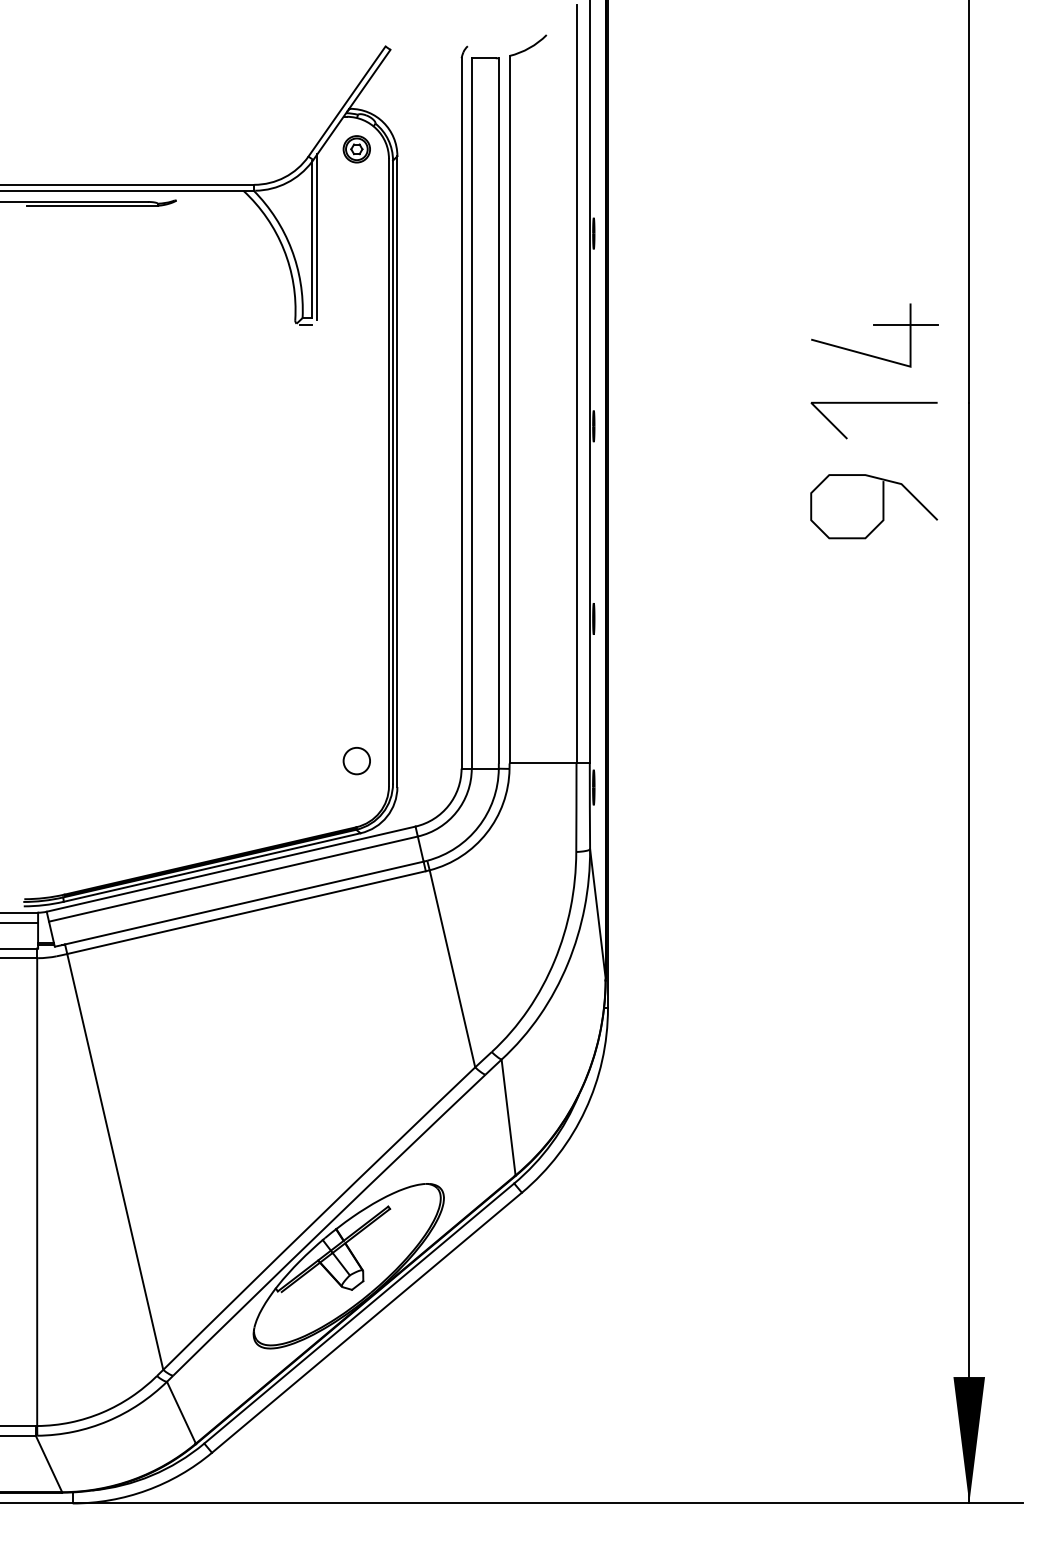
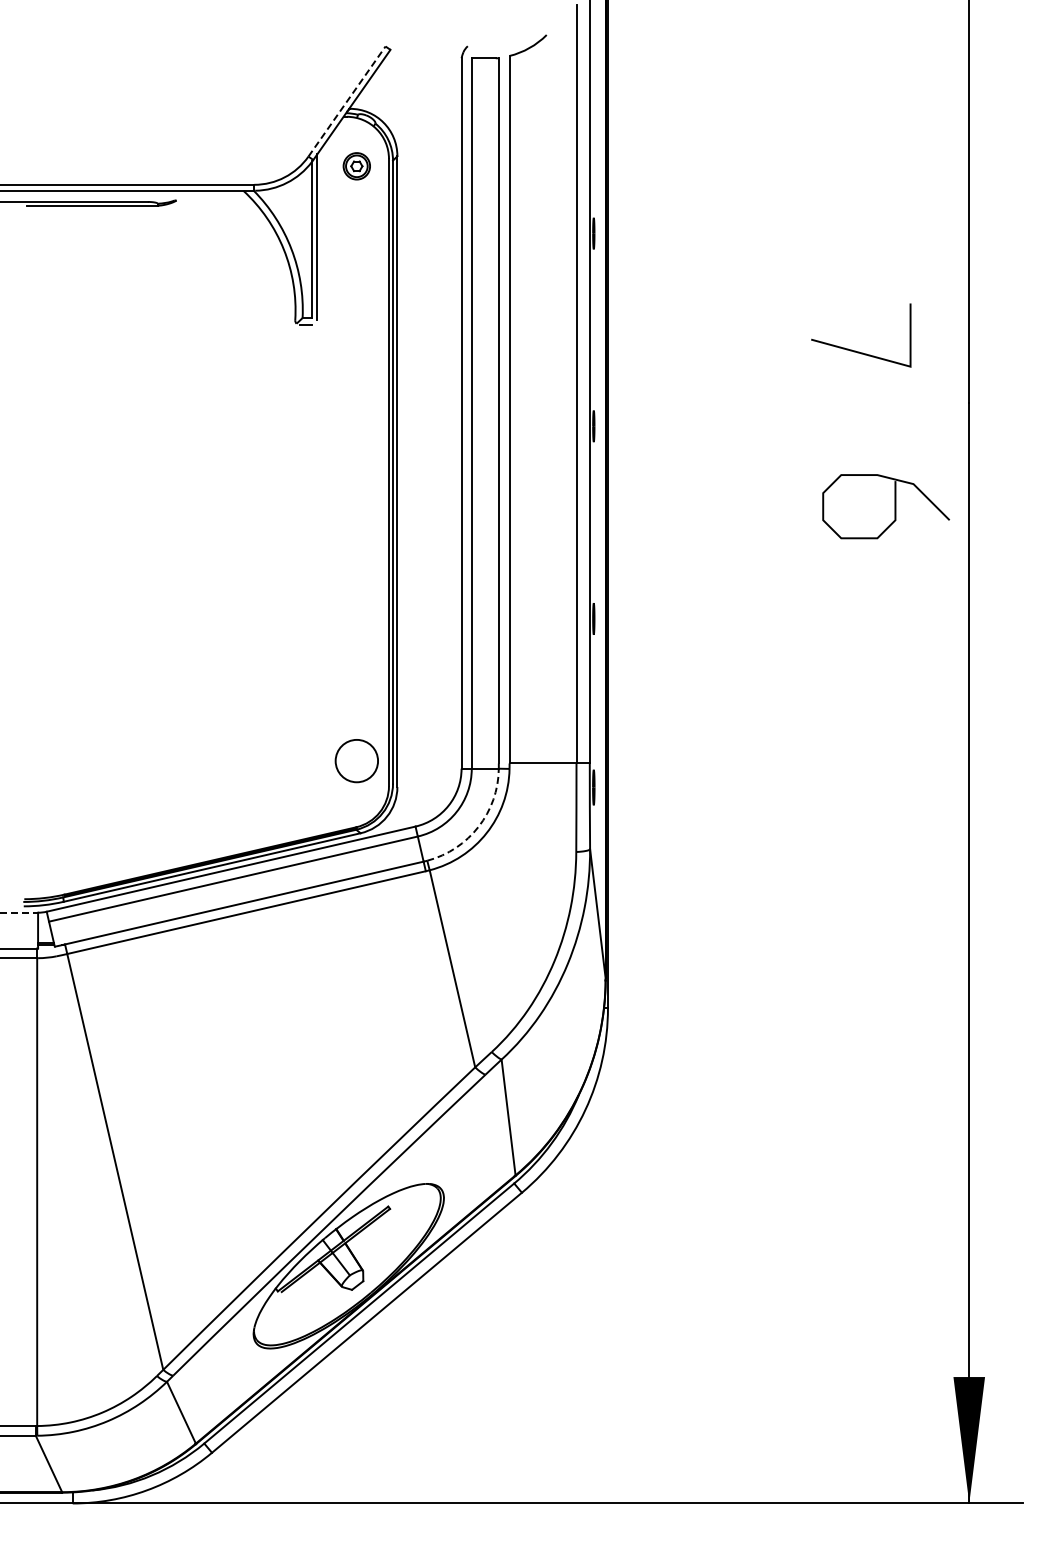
line at (347, 101): solid -> dashed
part at (356, 149) position: (356, 149) -> (356, 166)
line at (905, 324): present -> none
line at (873, 403): present -> none
curve at (882, 506) position: (882, 506) -> (894, 506)
circle at (356, 760) diameter: 26 px -> 42 px
arc at (478, 826): solid -> dashed
line at (19, 912): solid -> dashed
line at (20, 922): present -> none
